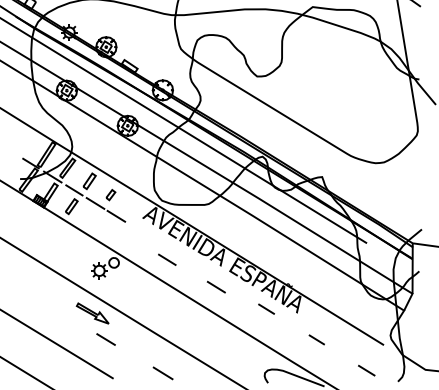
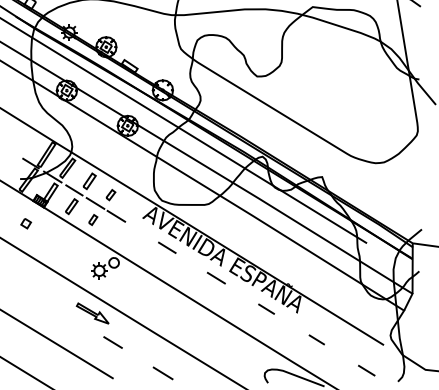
part at (93, 220): none -> present
part at (26, 223): none -> present
line at (167, 259) position: (167, 259) -> (167, 247)
line at (215, 286) position: (215, 286) -> (215, 277)
line at (105, 339) position: (105, 339) -> (112, 342)
